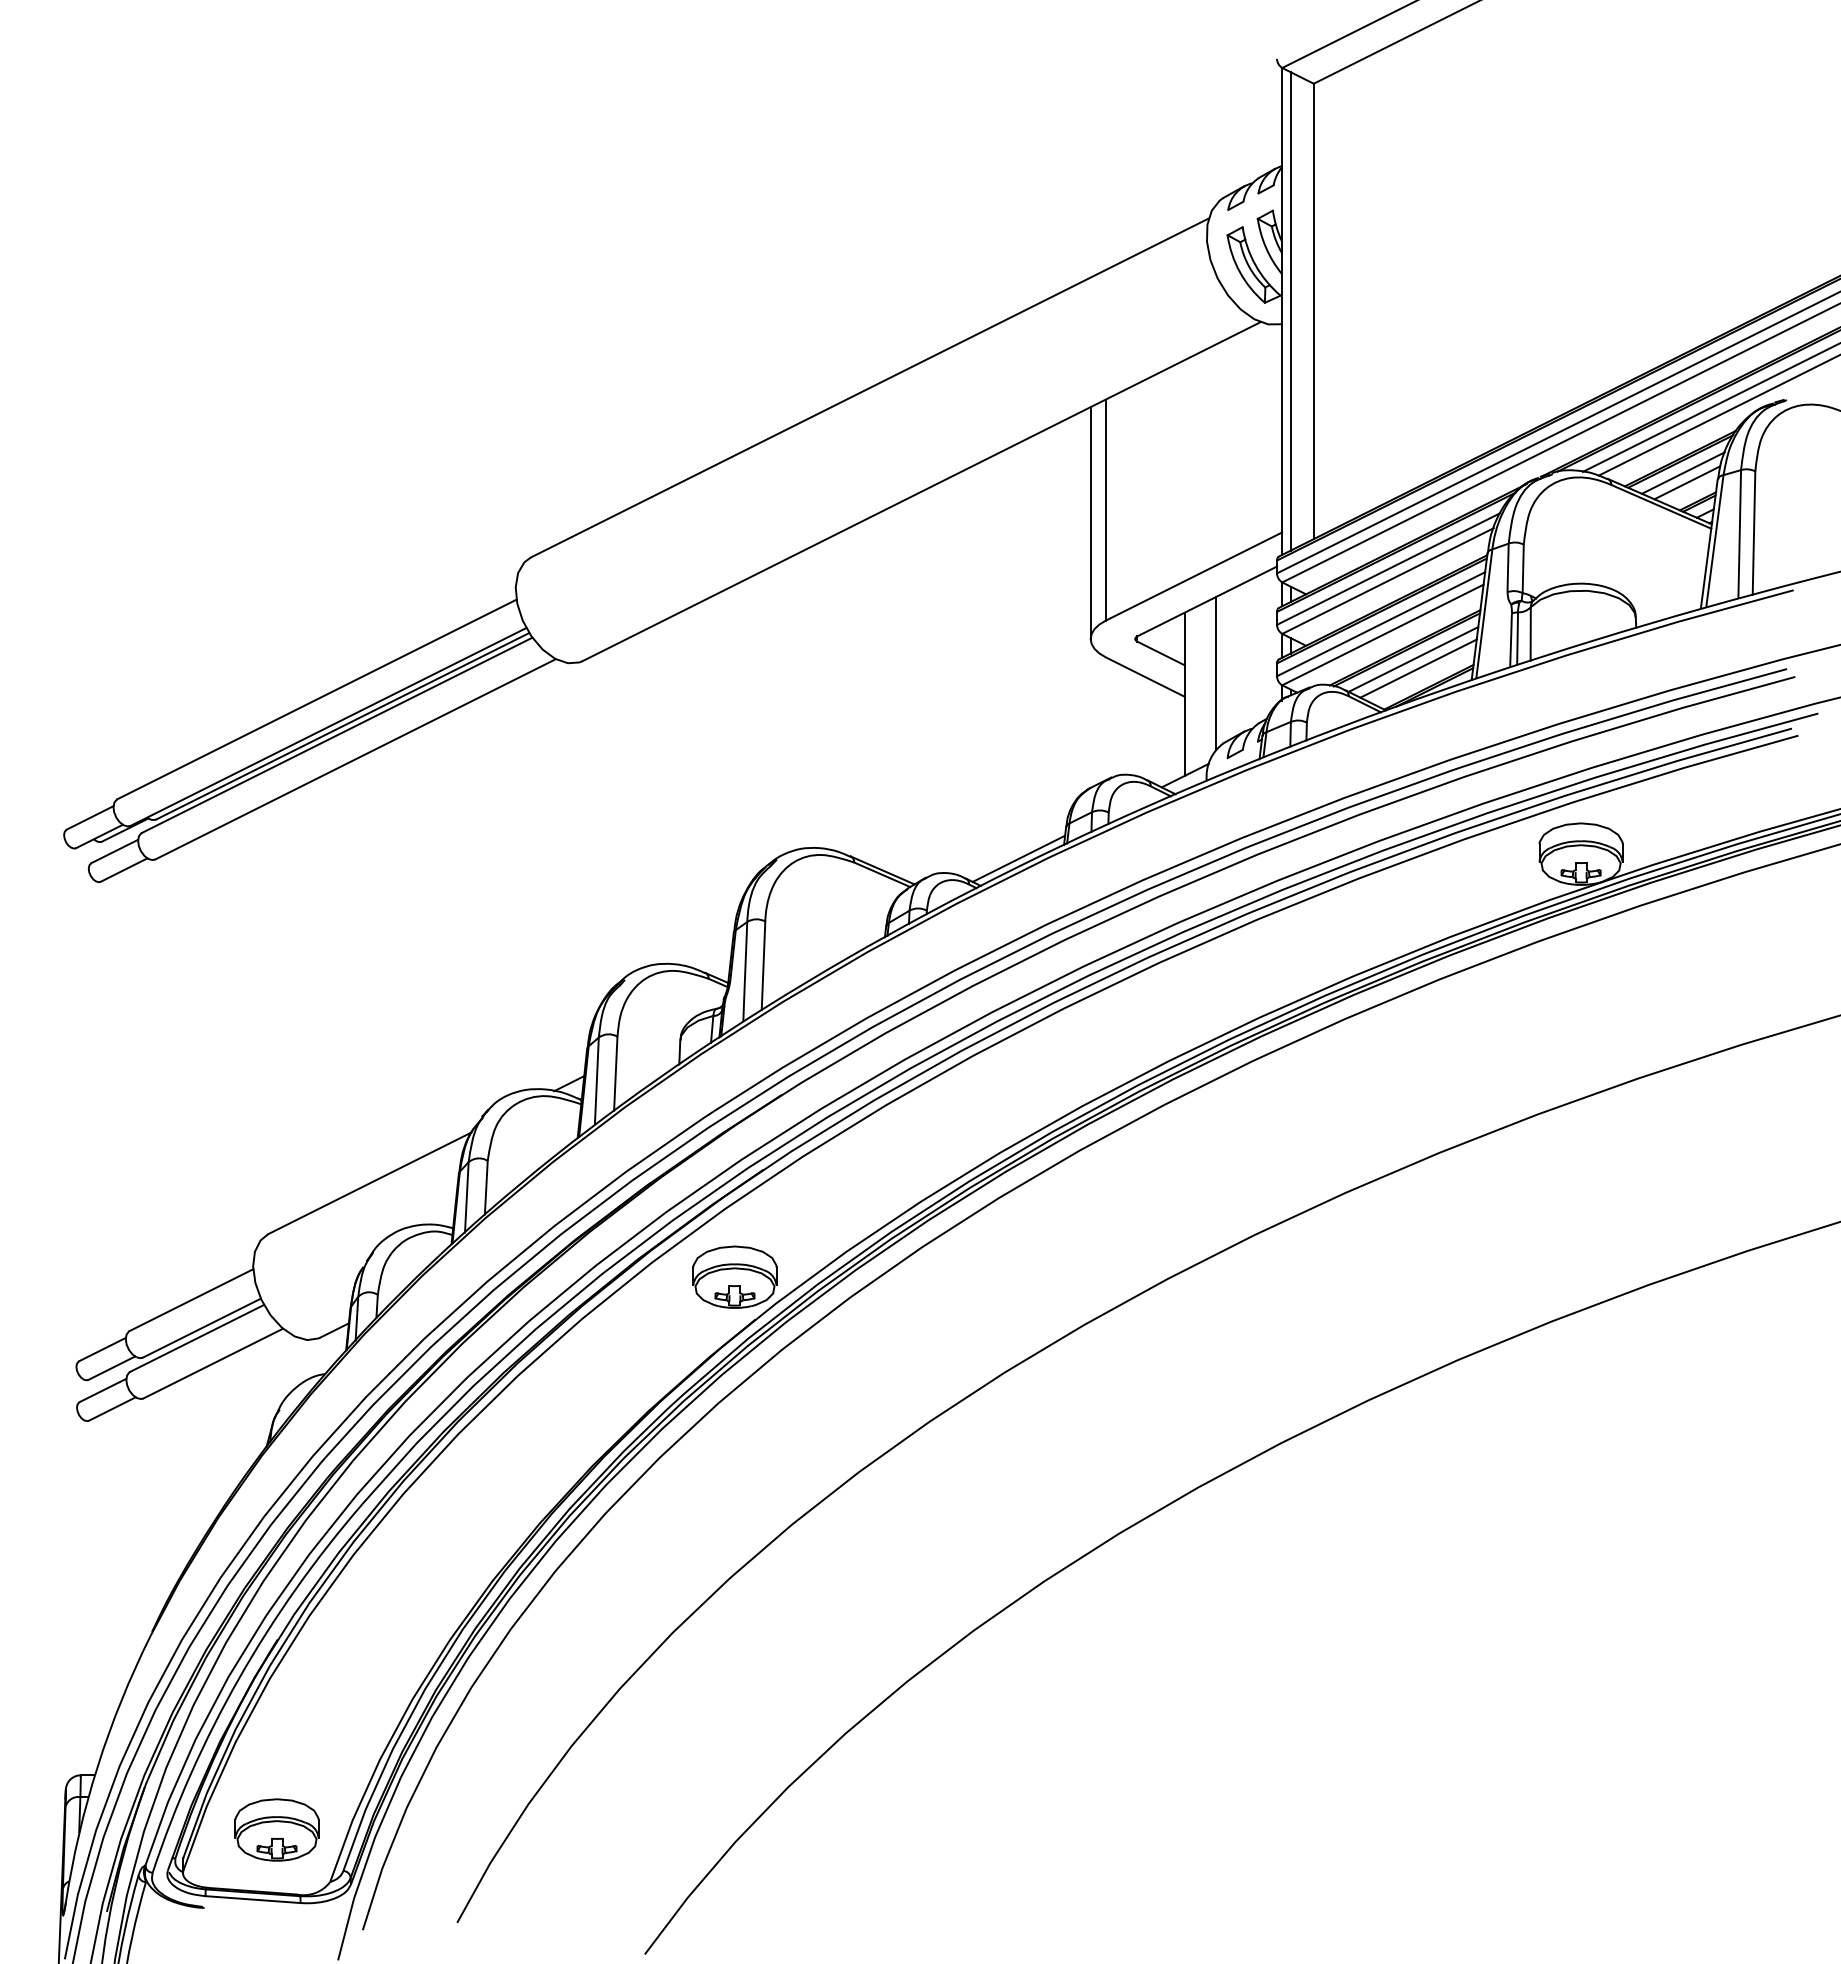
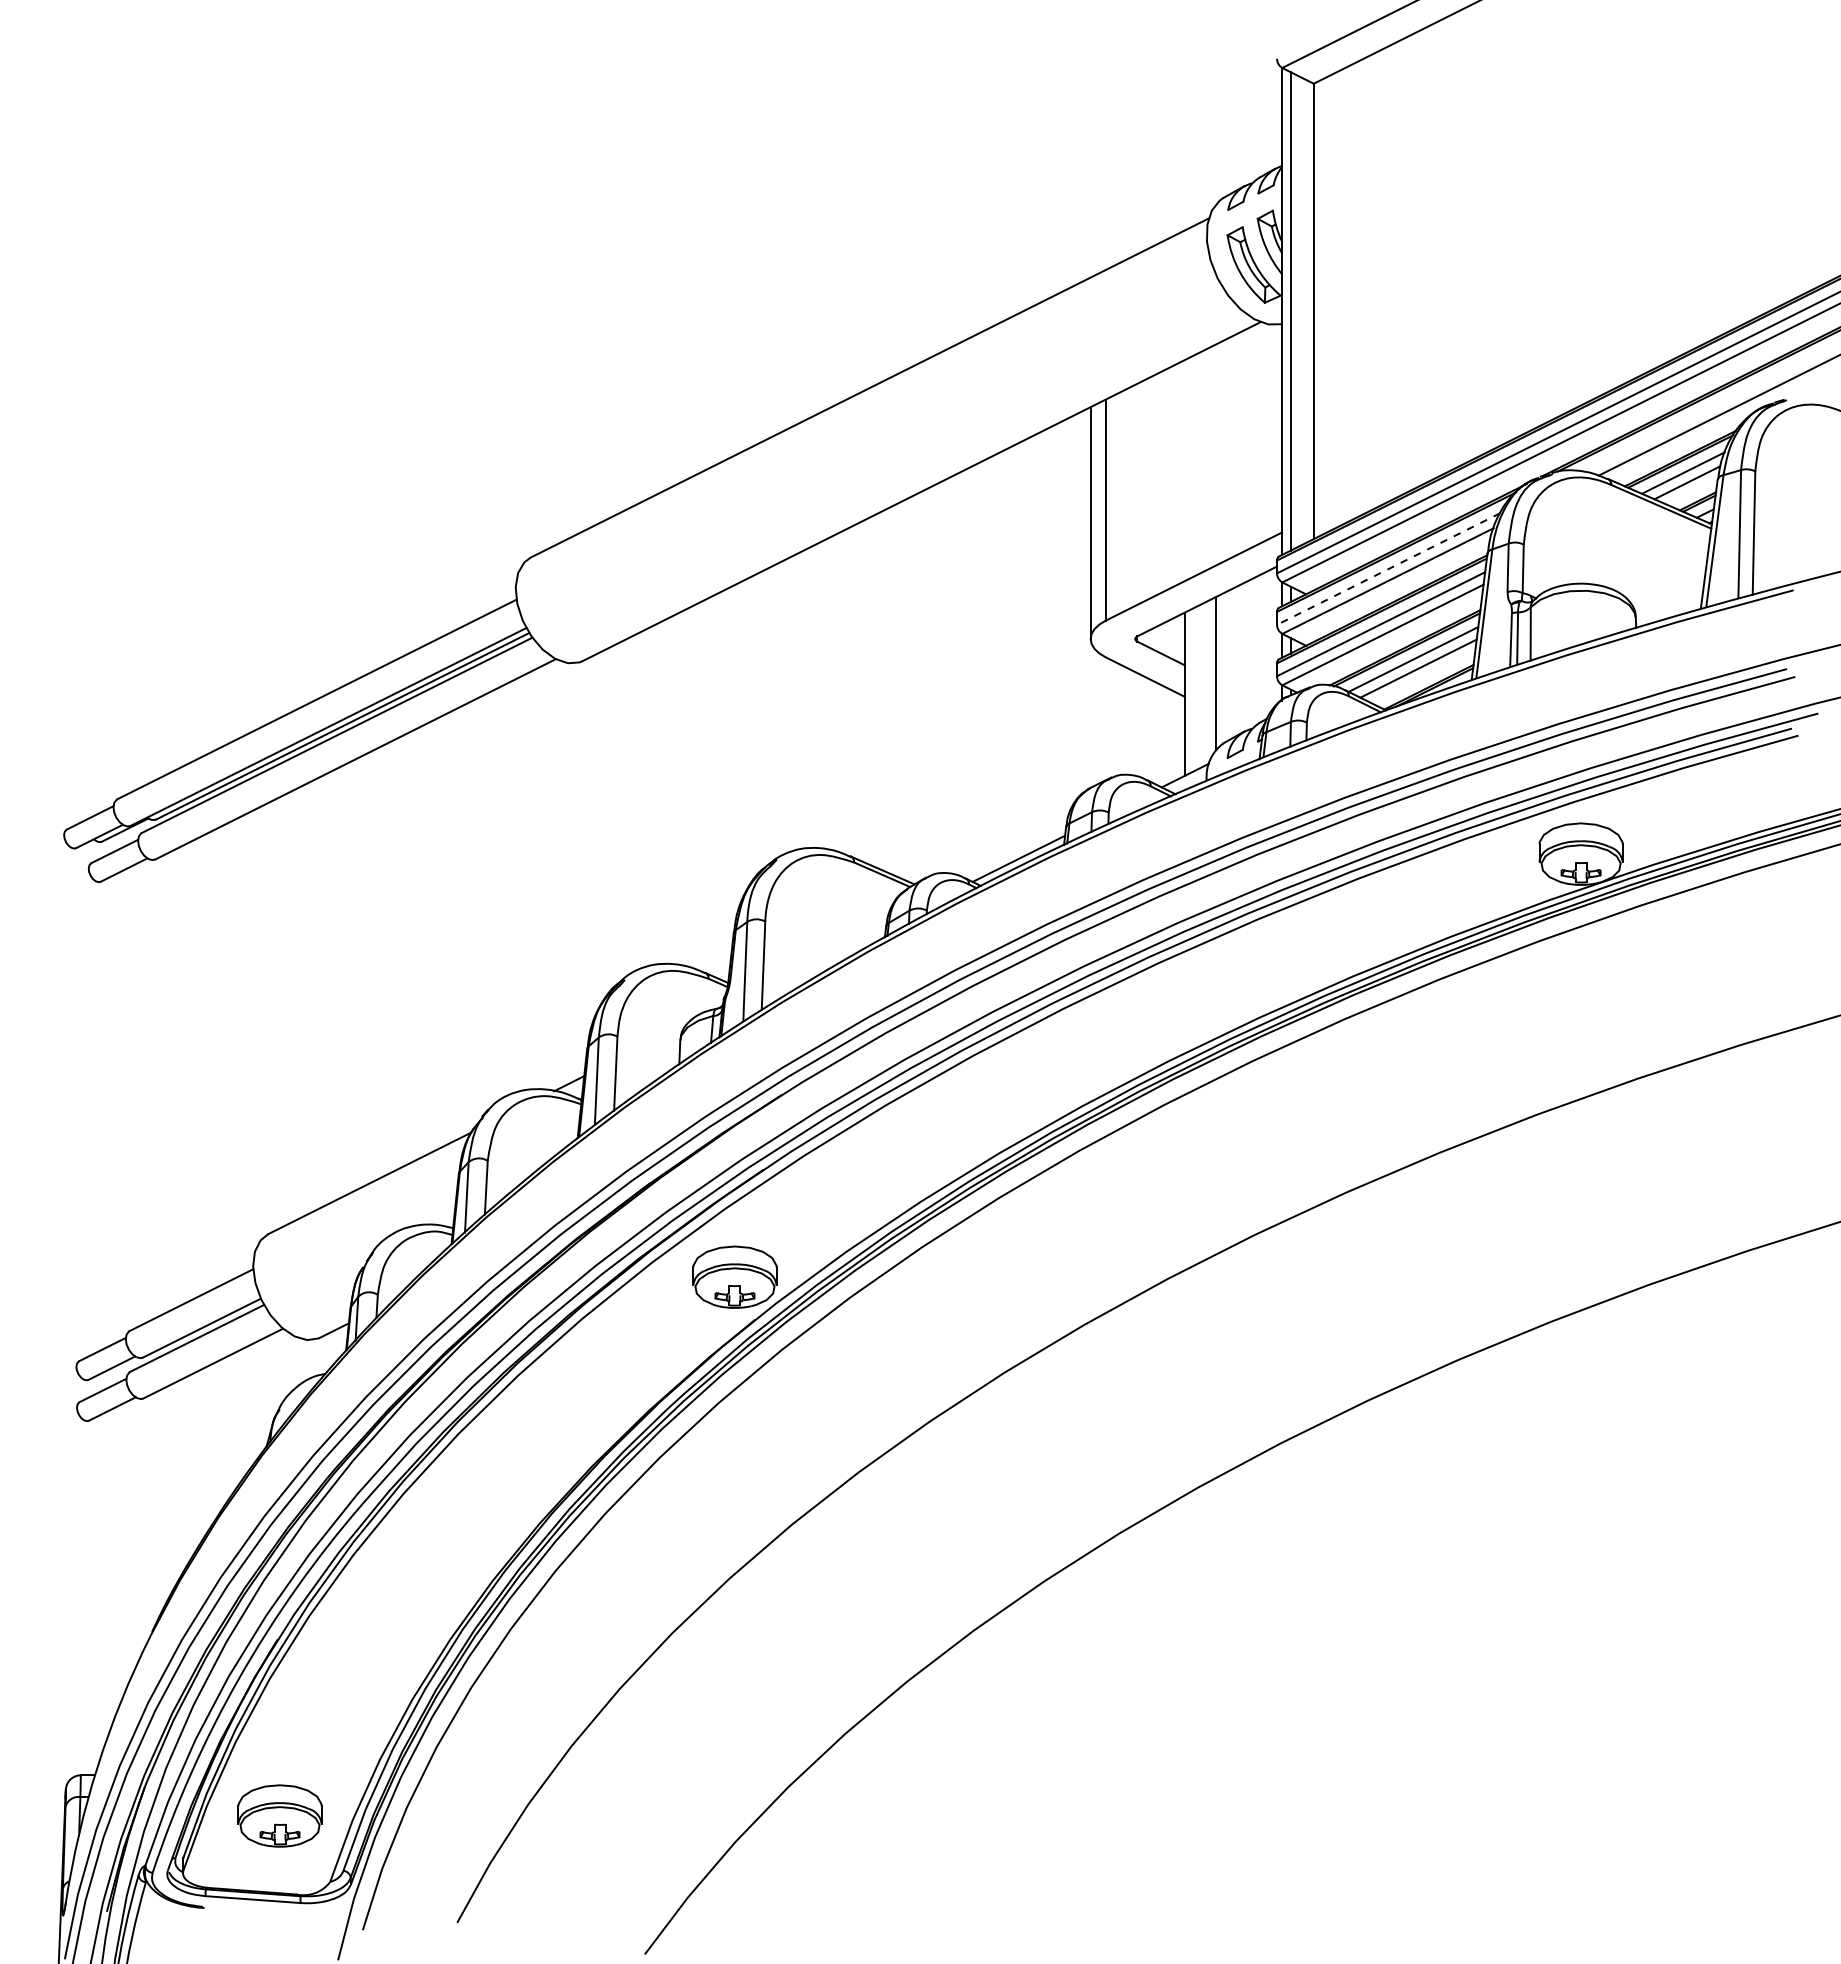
line at (1709, 407): present -> none
line at (1388, 569): solid -> dashed
part at (276, 1829) position: (276, 1829) -> (279, 1815)
